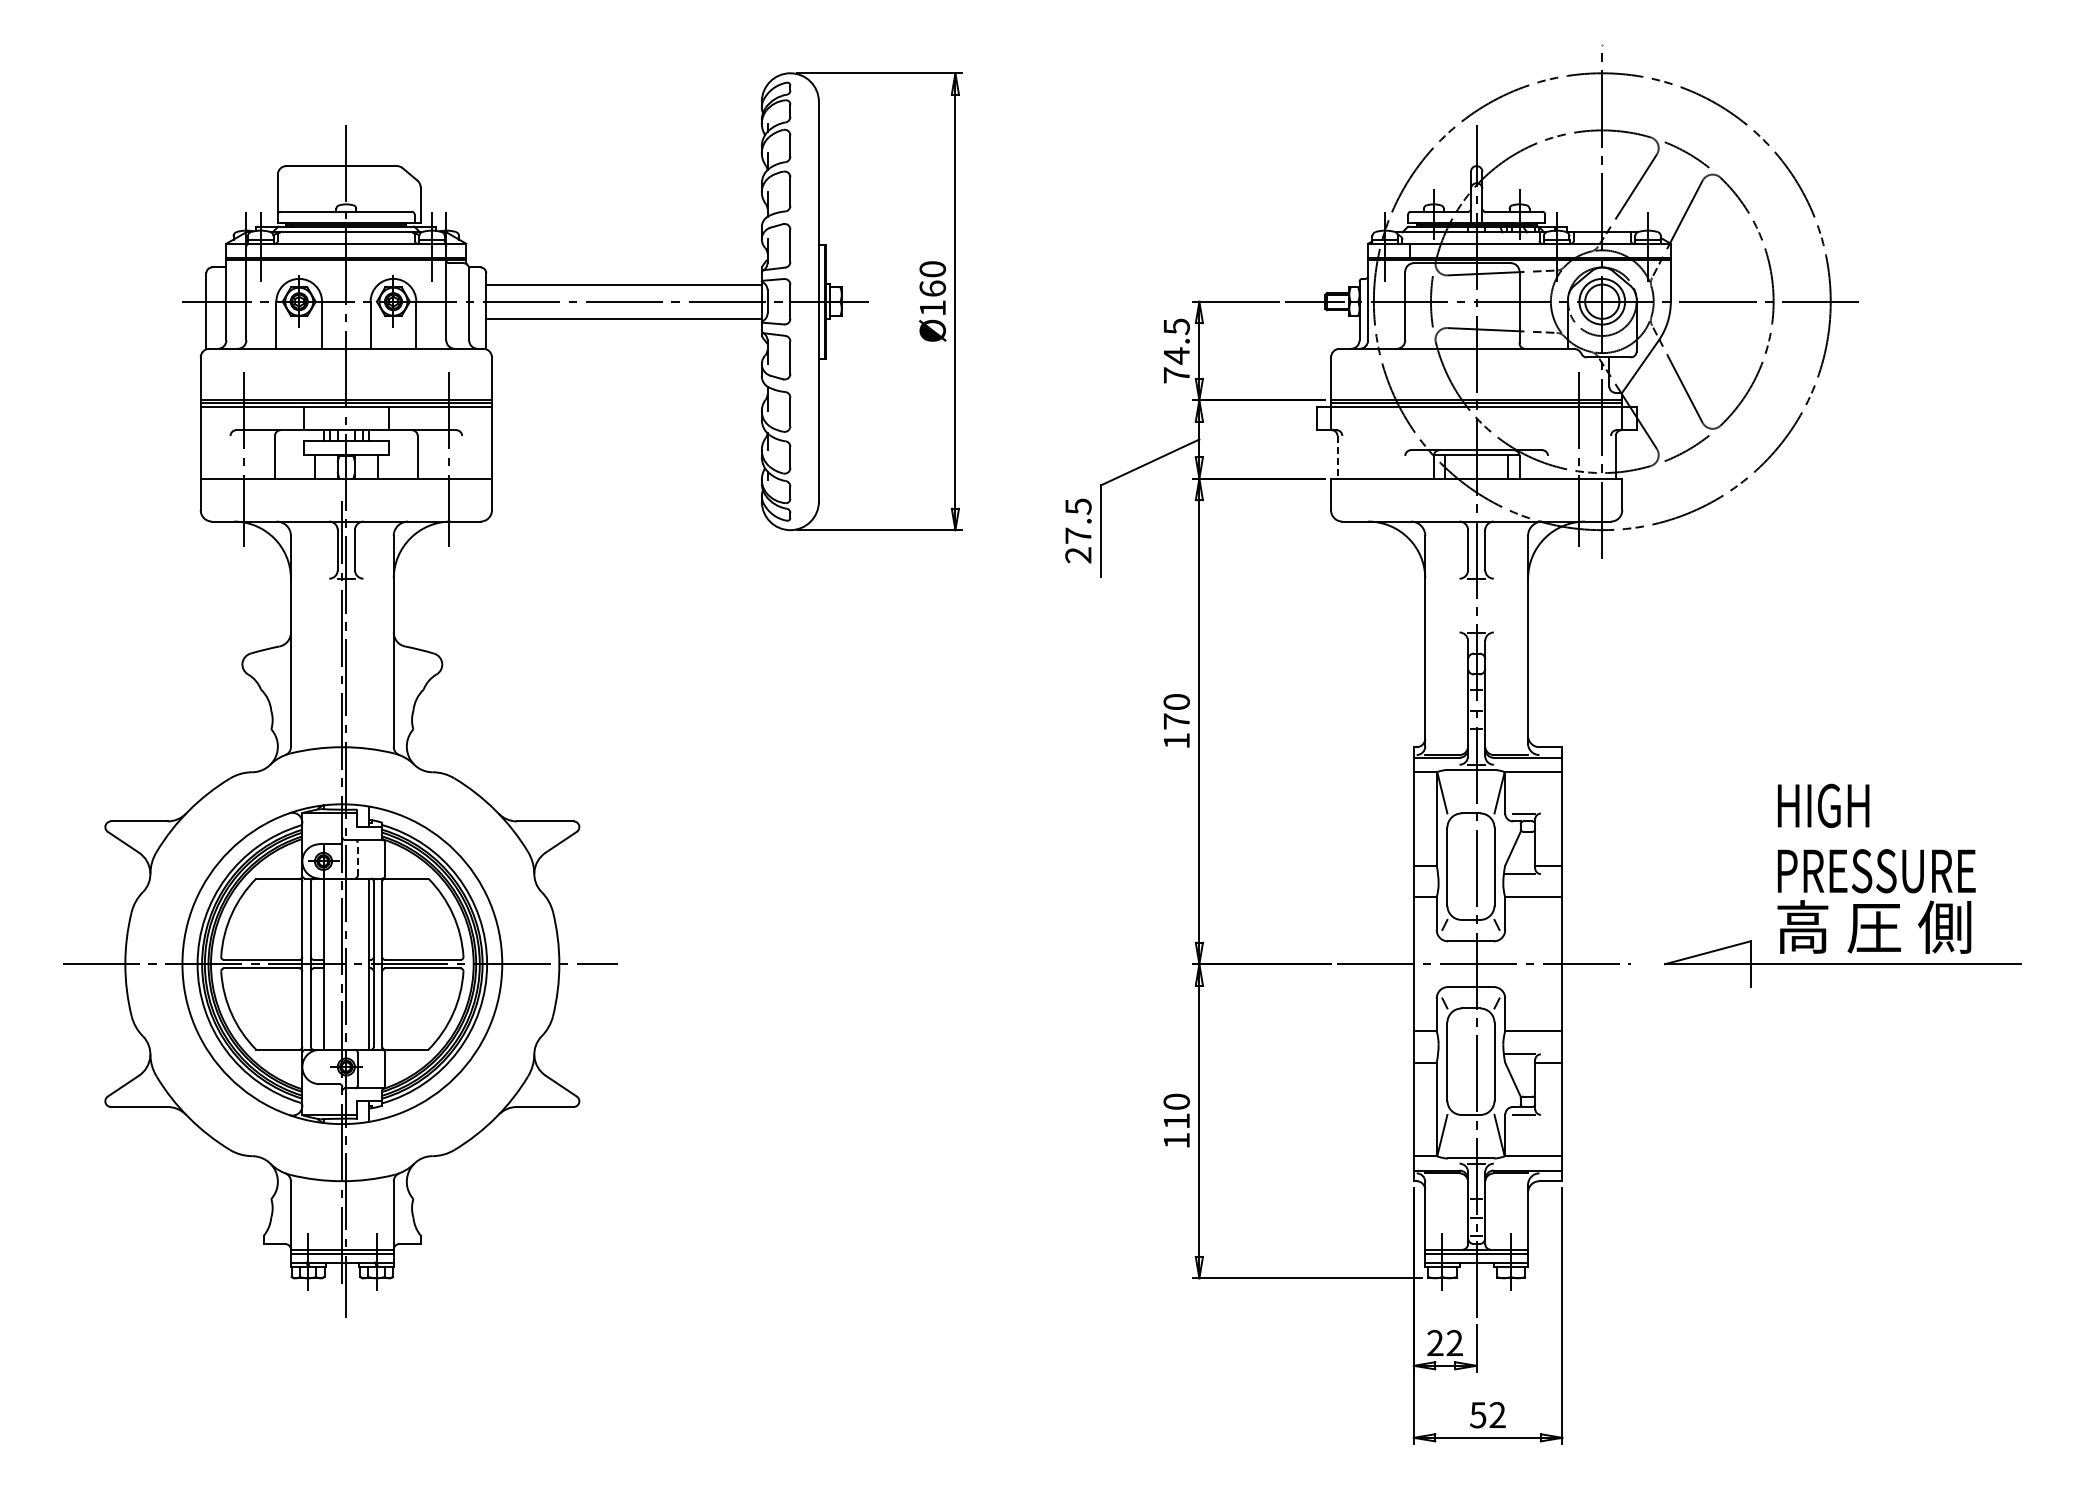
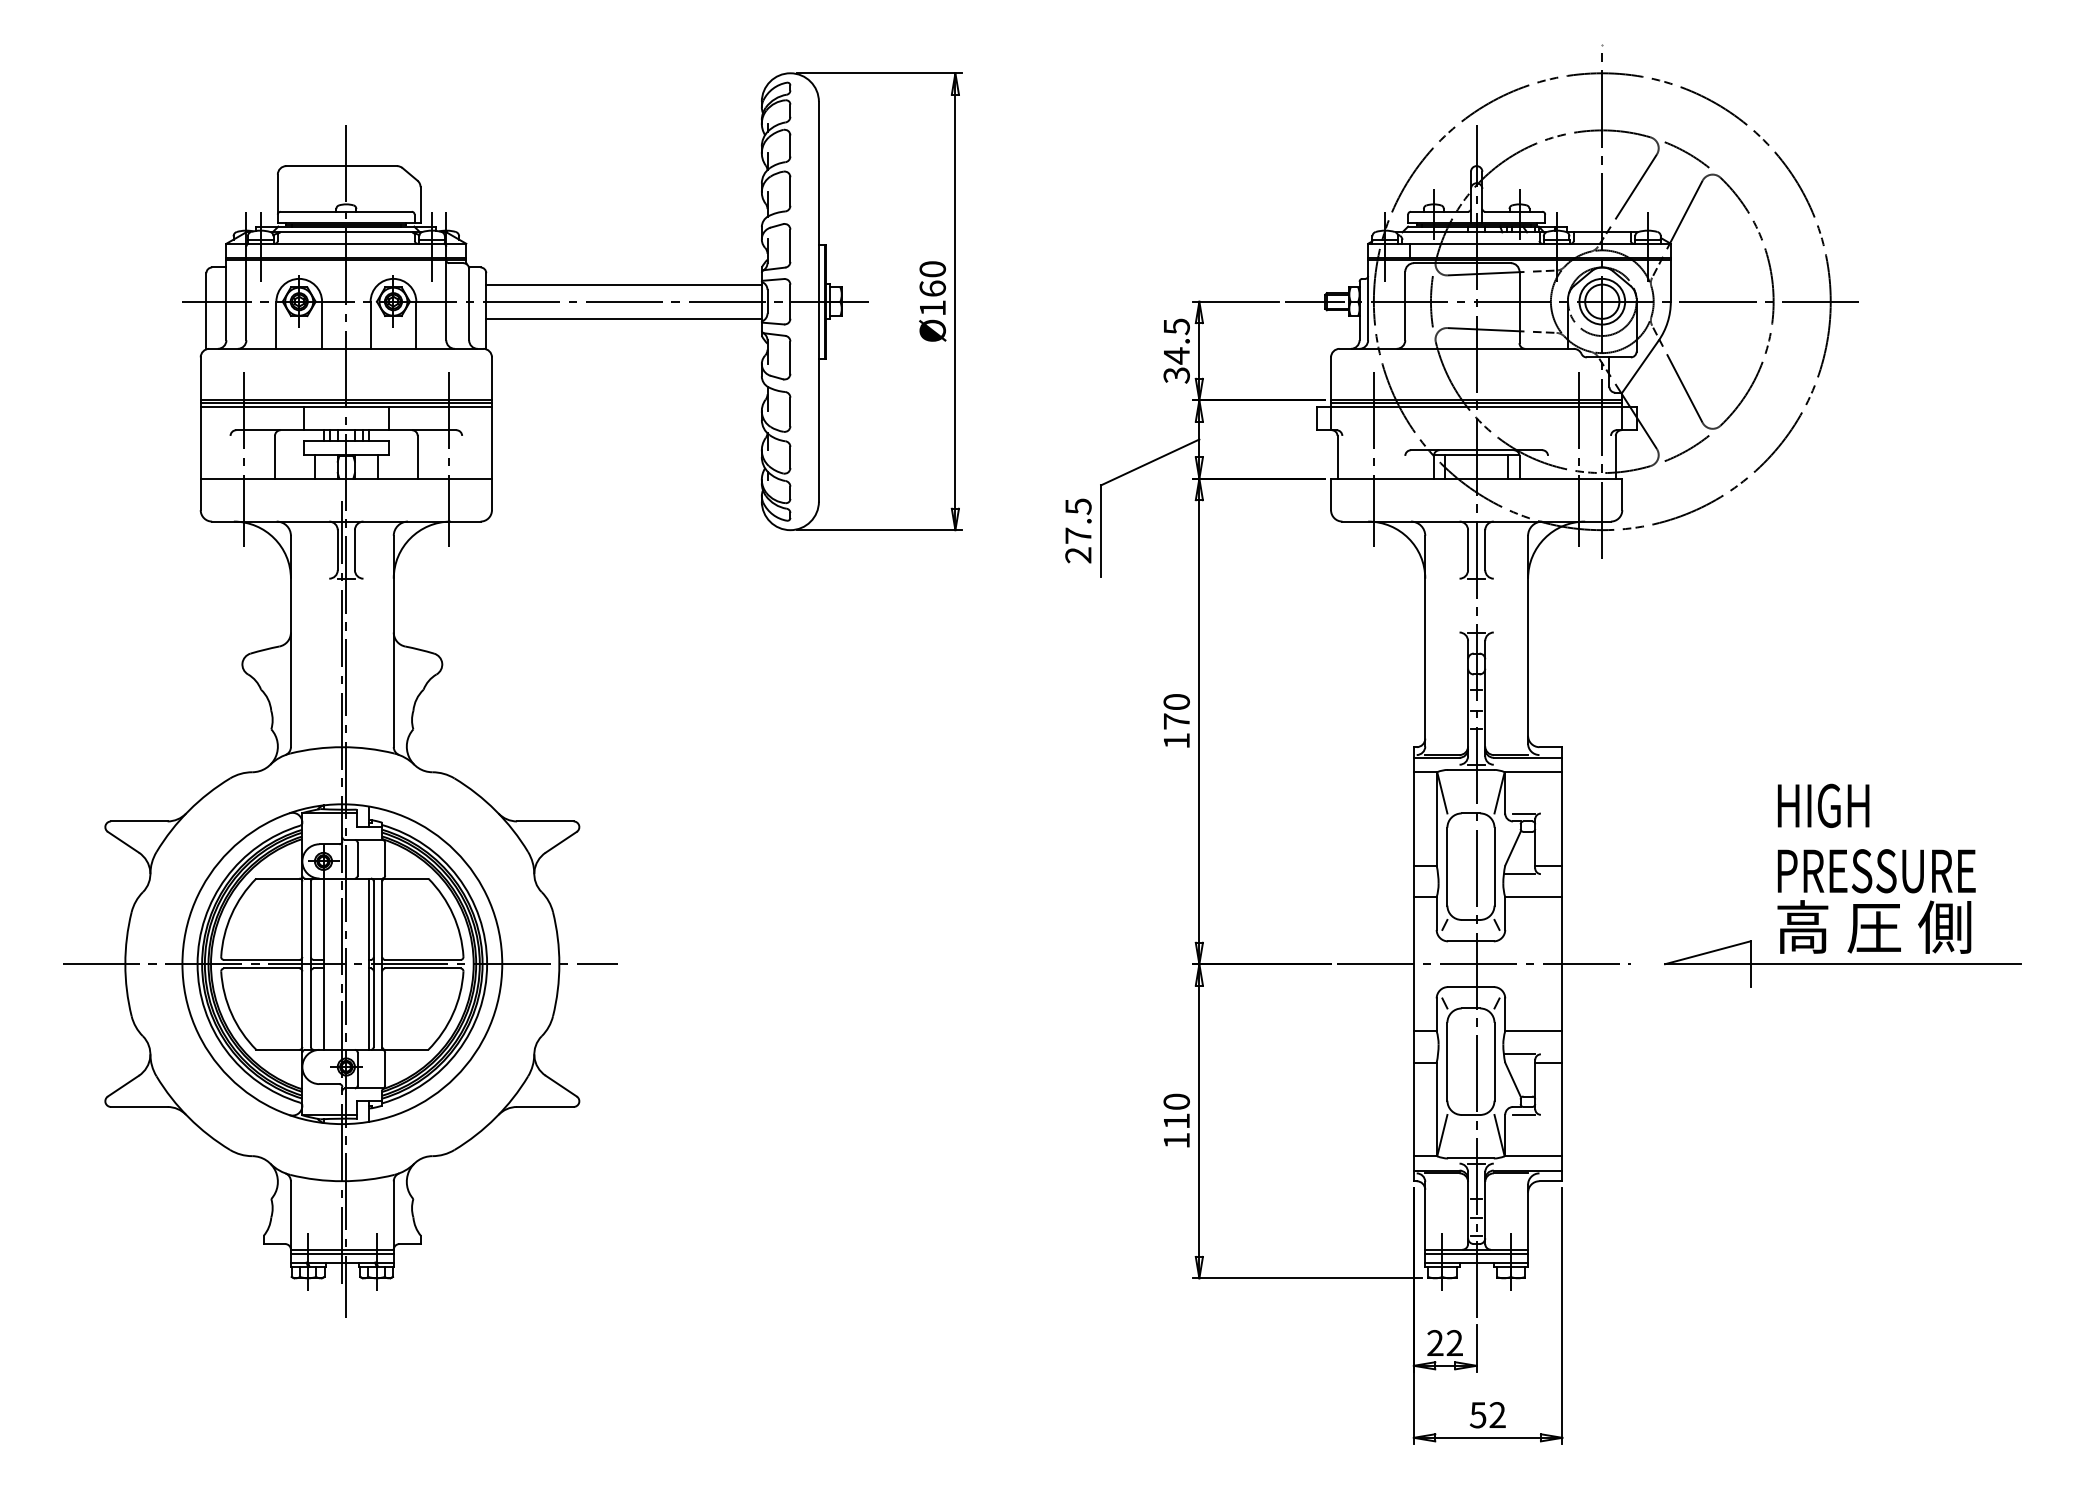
text at (1176, 375): 74.5 -> 34.5
line at (1337, 457): dashed -> solid
line at (1373, 459): none -> present
line at (357, 858): dashed -> solid
